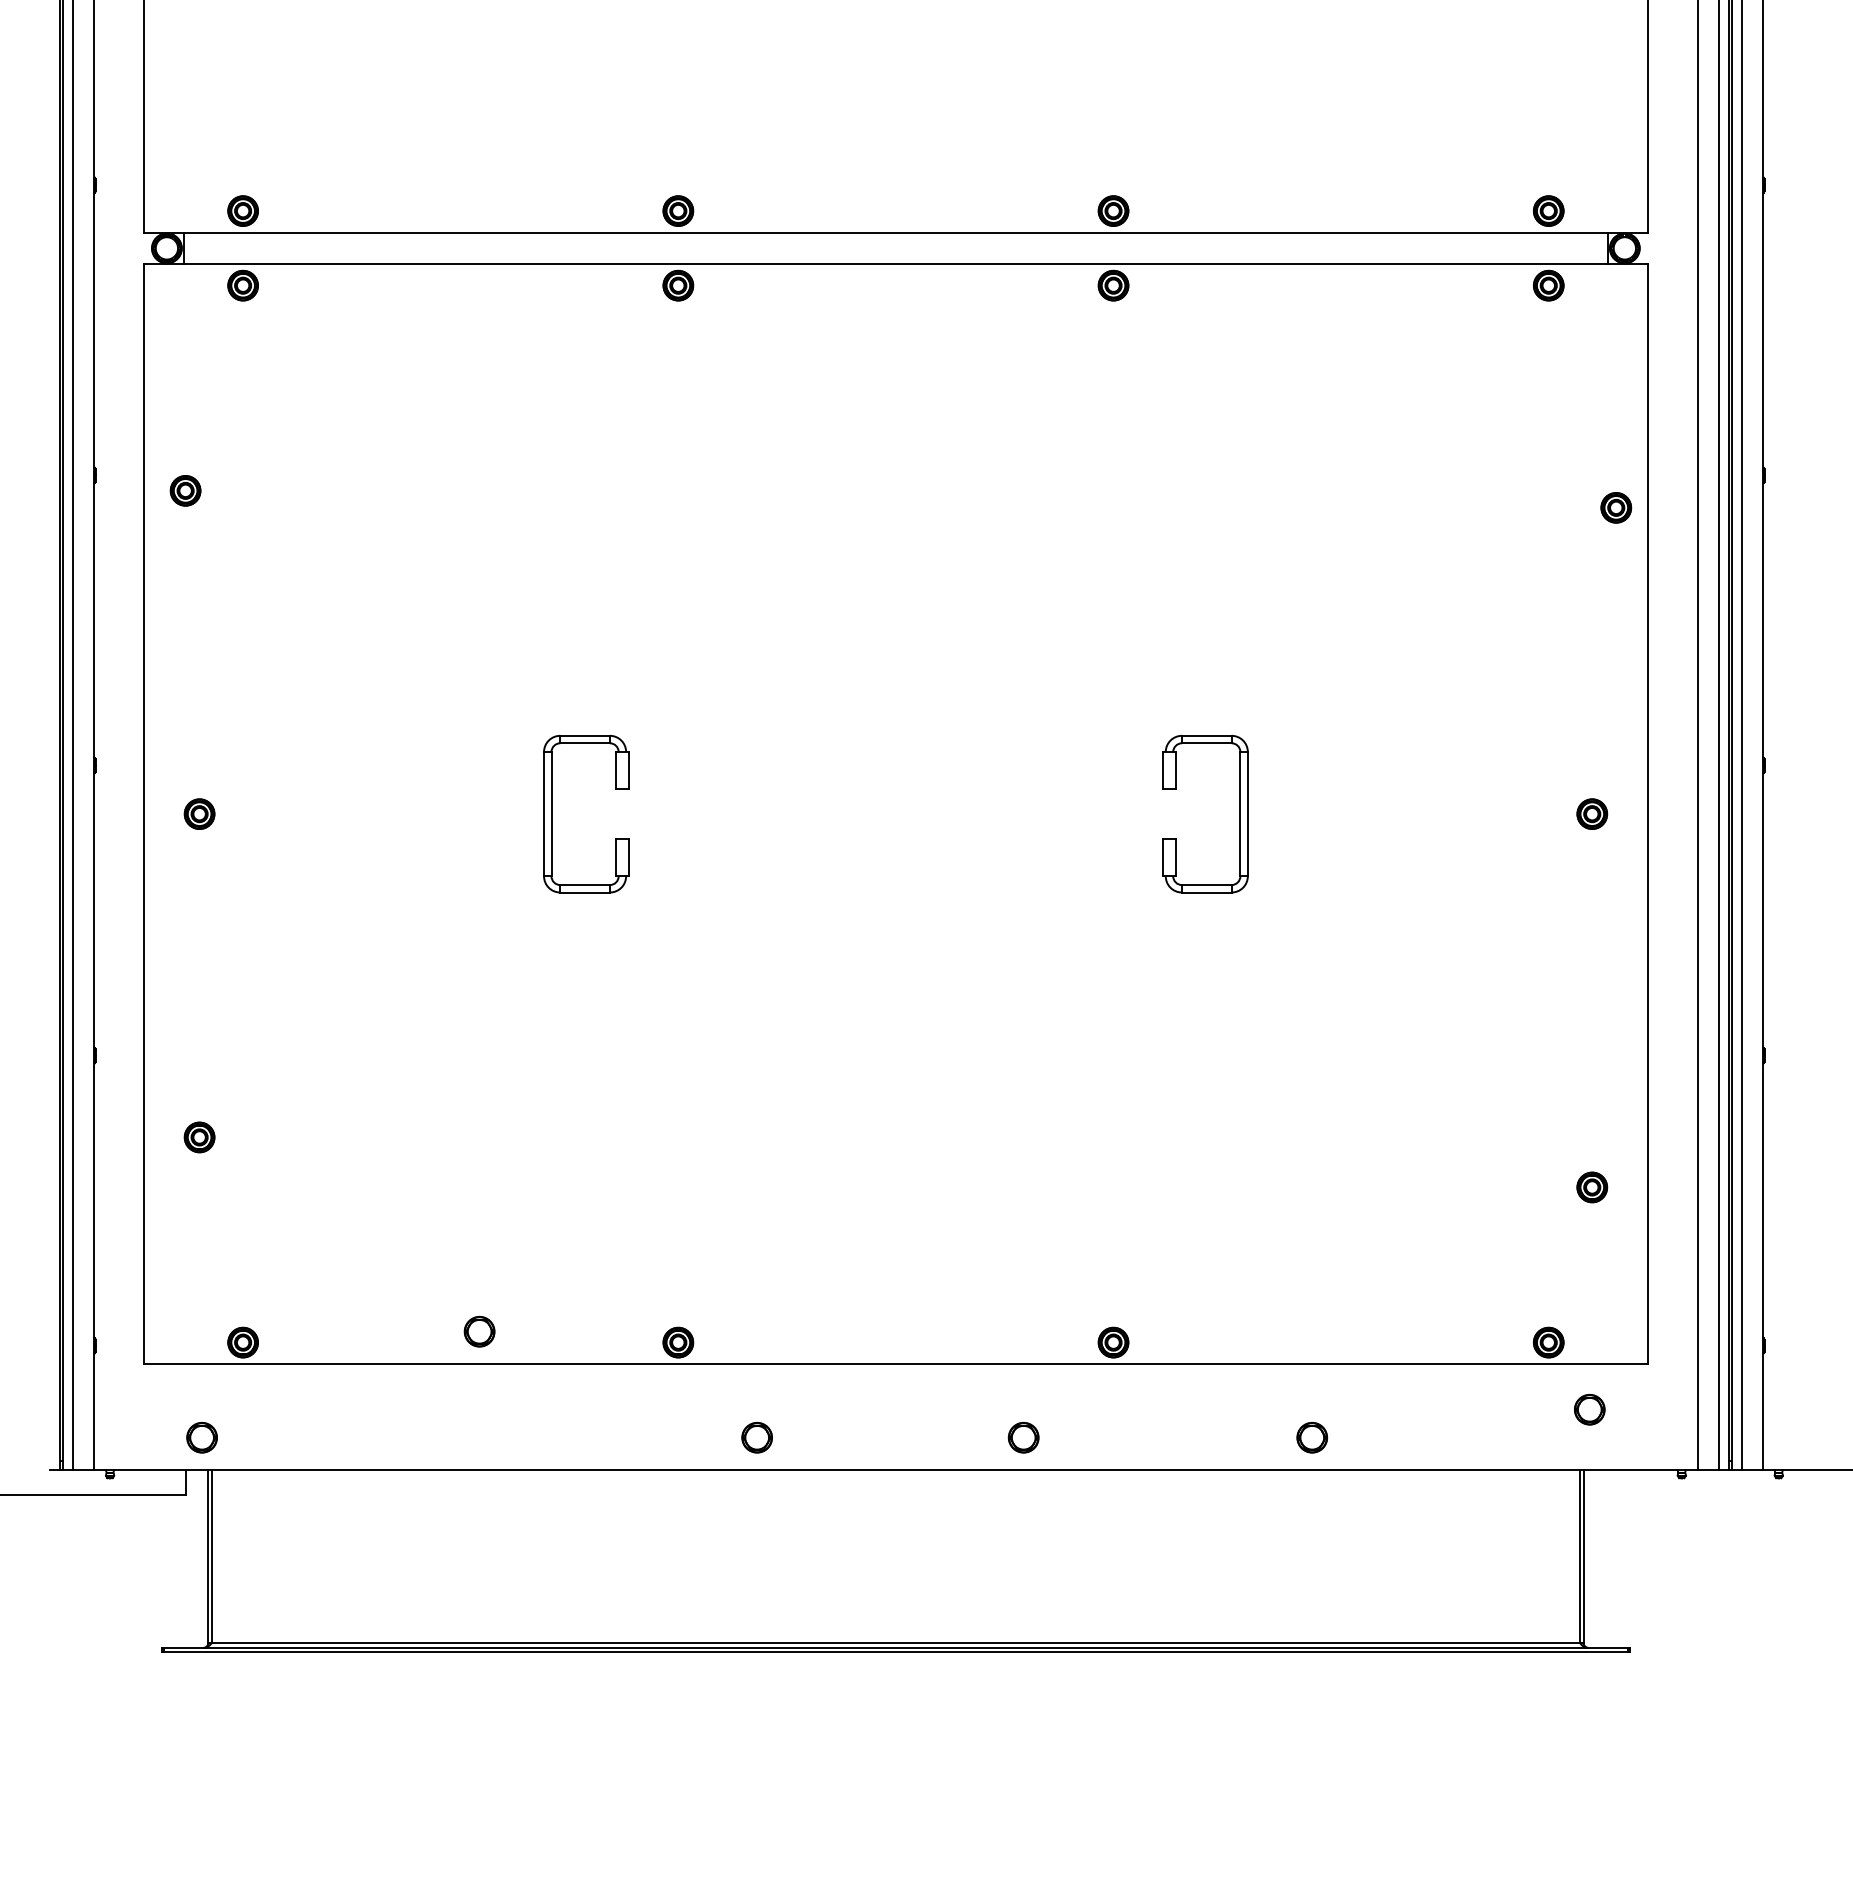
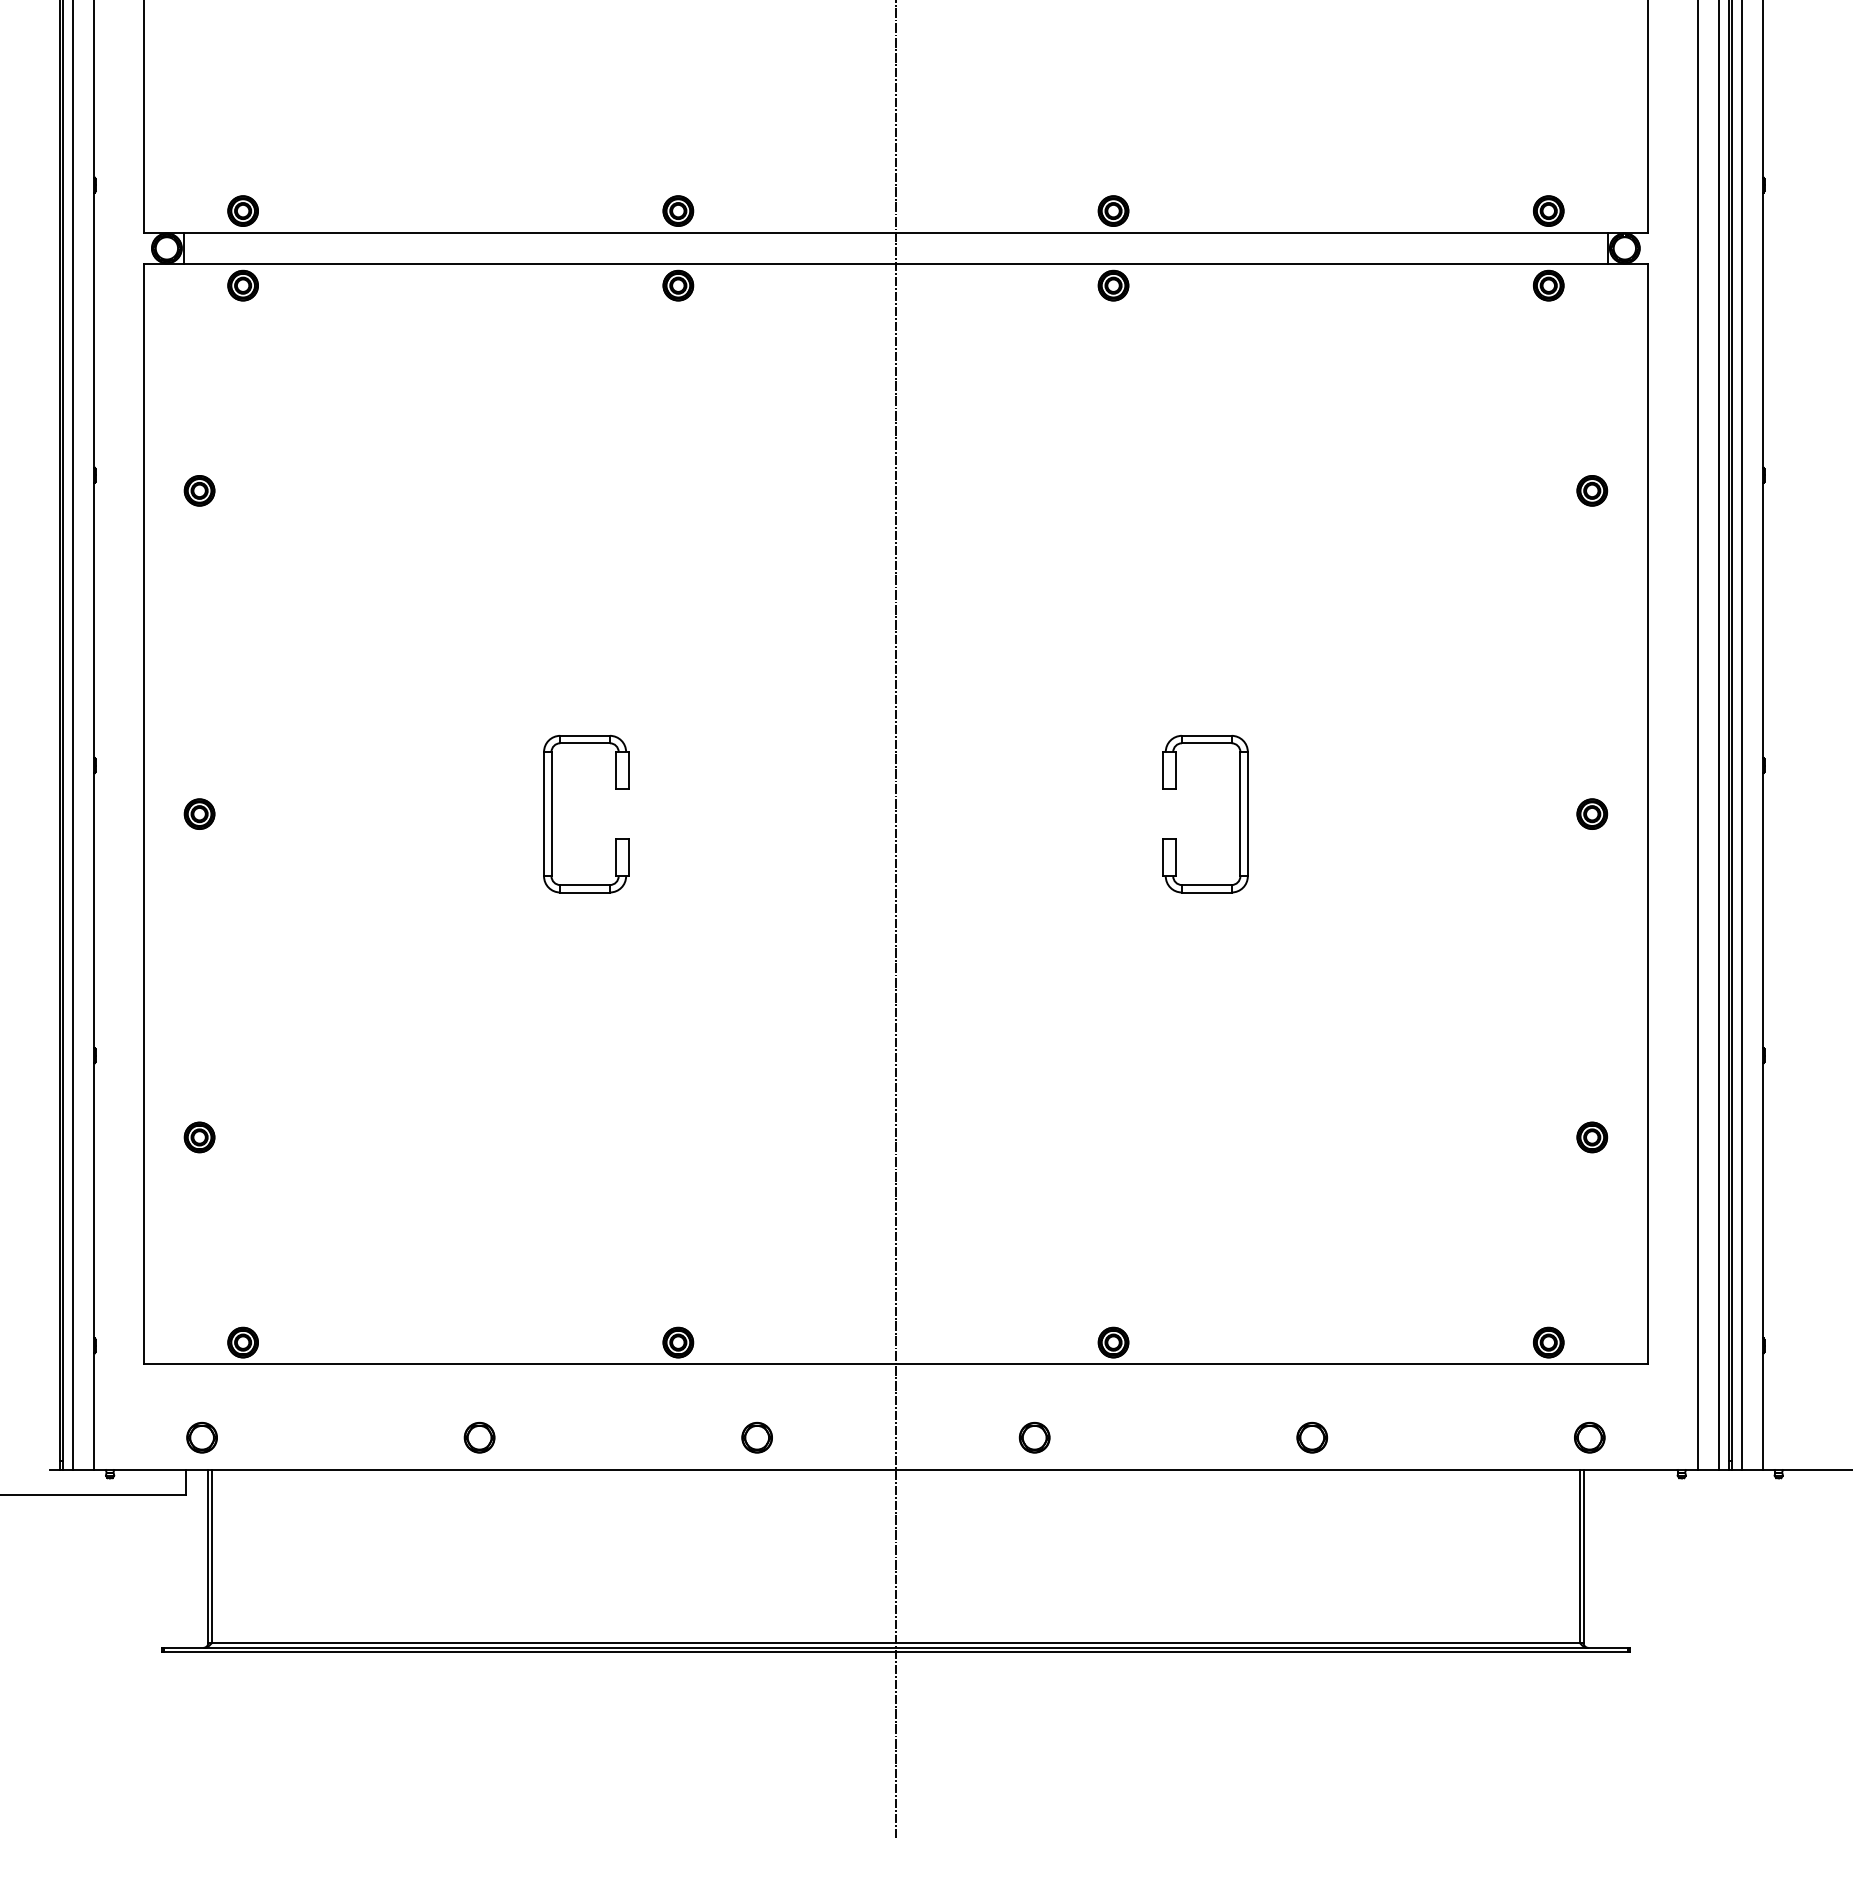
part at (185, 490) position: (185, 490) -> (199, 490)
part at (1616, 507) position: (1616, 507) -> (1592, 490)
line at (895, 920): none -> present
part at (1592, 1187) position: (1592, 1187) -> (1592, 1137)
part at (479, 1331) position: (479, 1331) -> (479, 1437)
part at (1589, 1409) position: (1589, 1409) -> (1589, 1437)
part at (1023, 1437) position: (1023, 1437) -> (1034, 1437)
